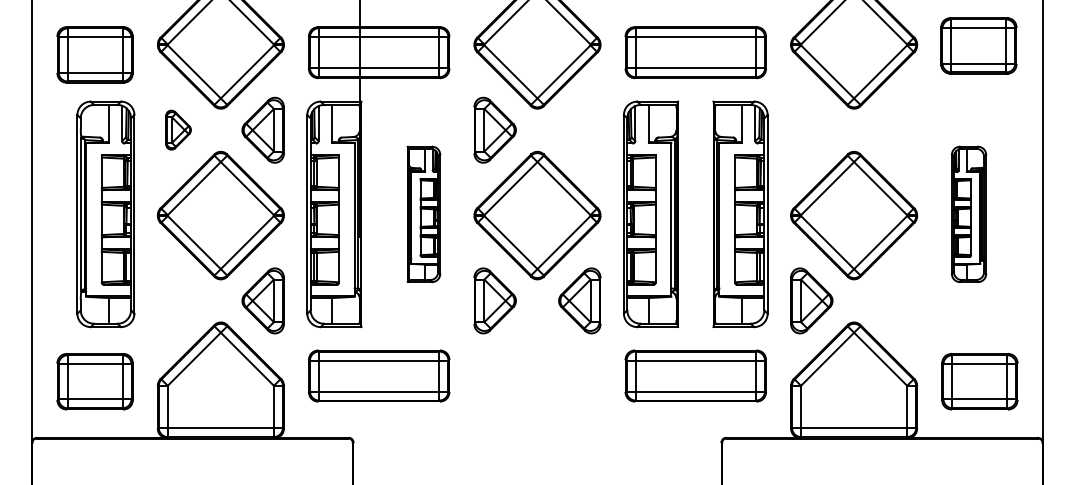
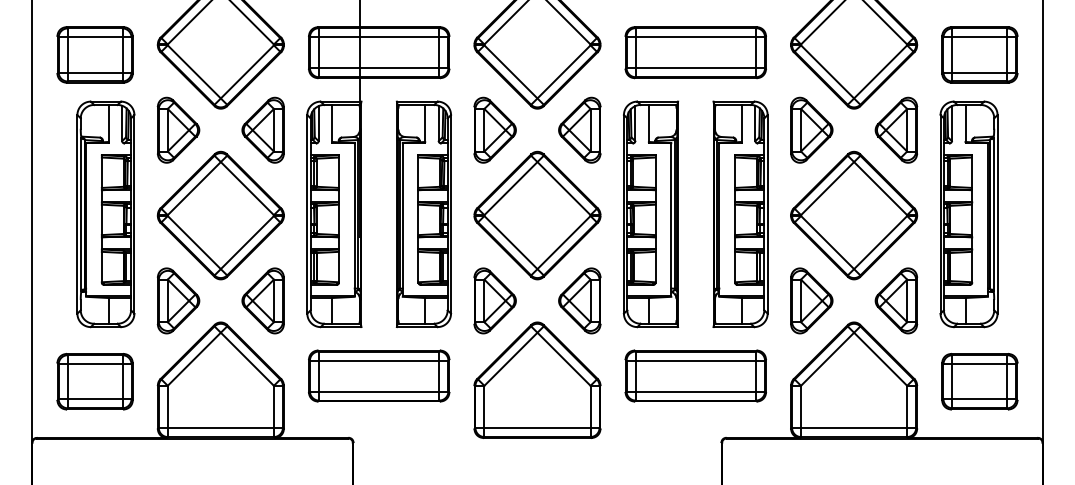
part at (978, 45) position: (978, 45) -> (979, 54)
part at (178, 129) size: 27x42 px -> 45x68 px
part at (579, 129): none -> present
part at (811, 129): none -> present
part at (896, 129): none -> present
part at (423, 214) size: 36x139 px -> 58x229 px
part at (968, 214) size: 38x139 px -> 60x229 px
part at (178, 300): none -> present
part at (896, 300): none -> present
part at (537, 379): none -> present
